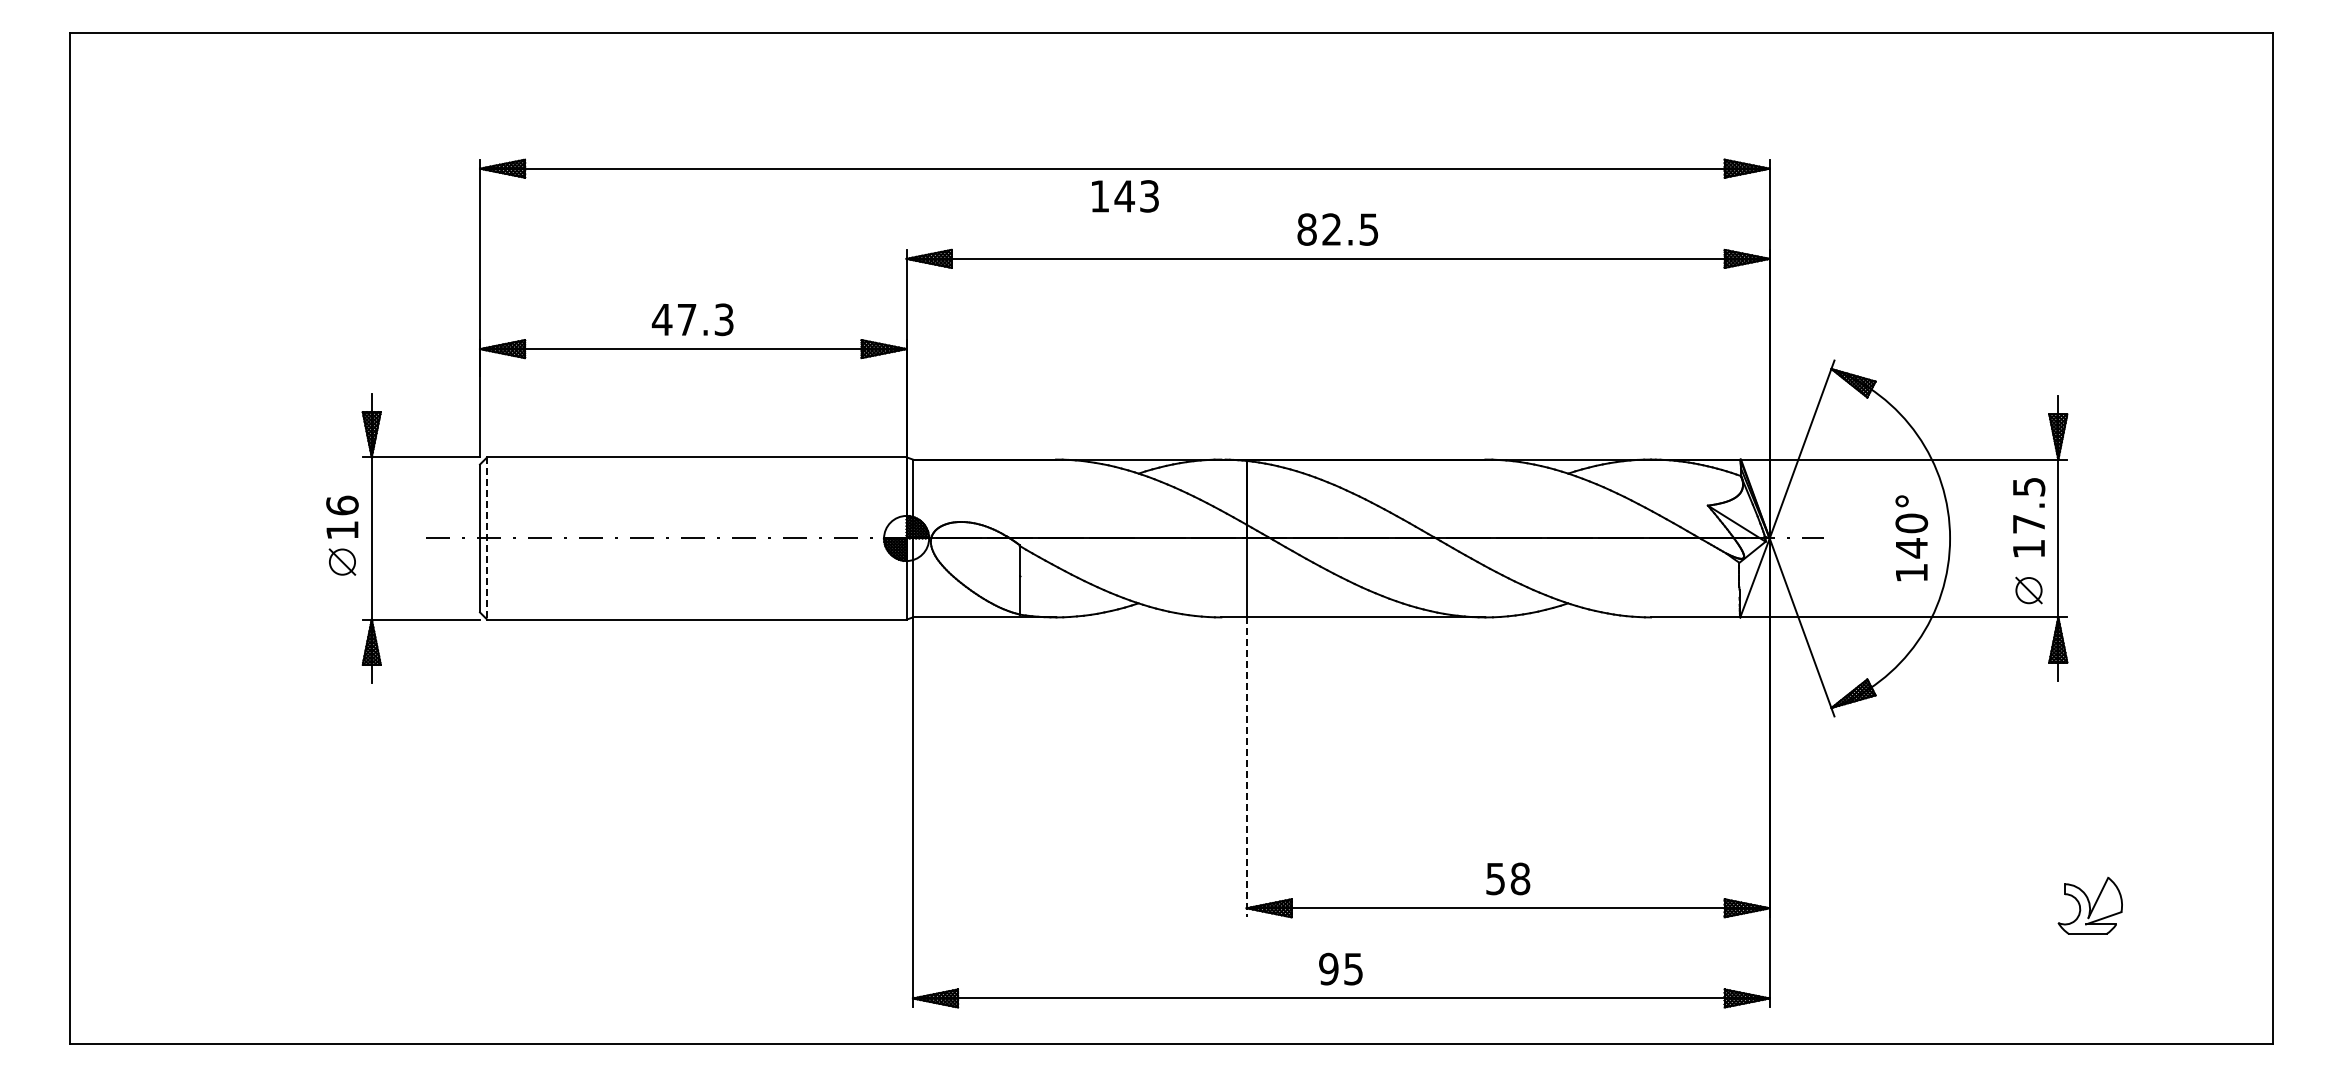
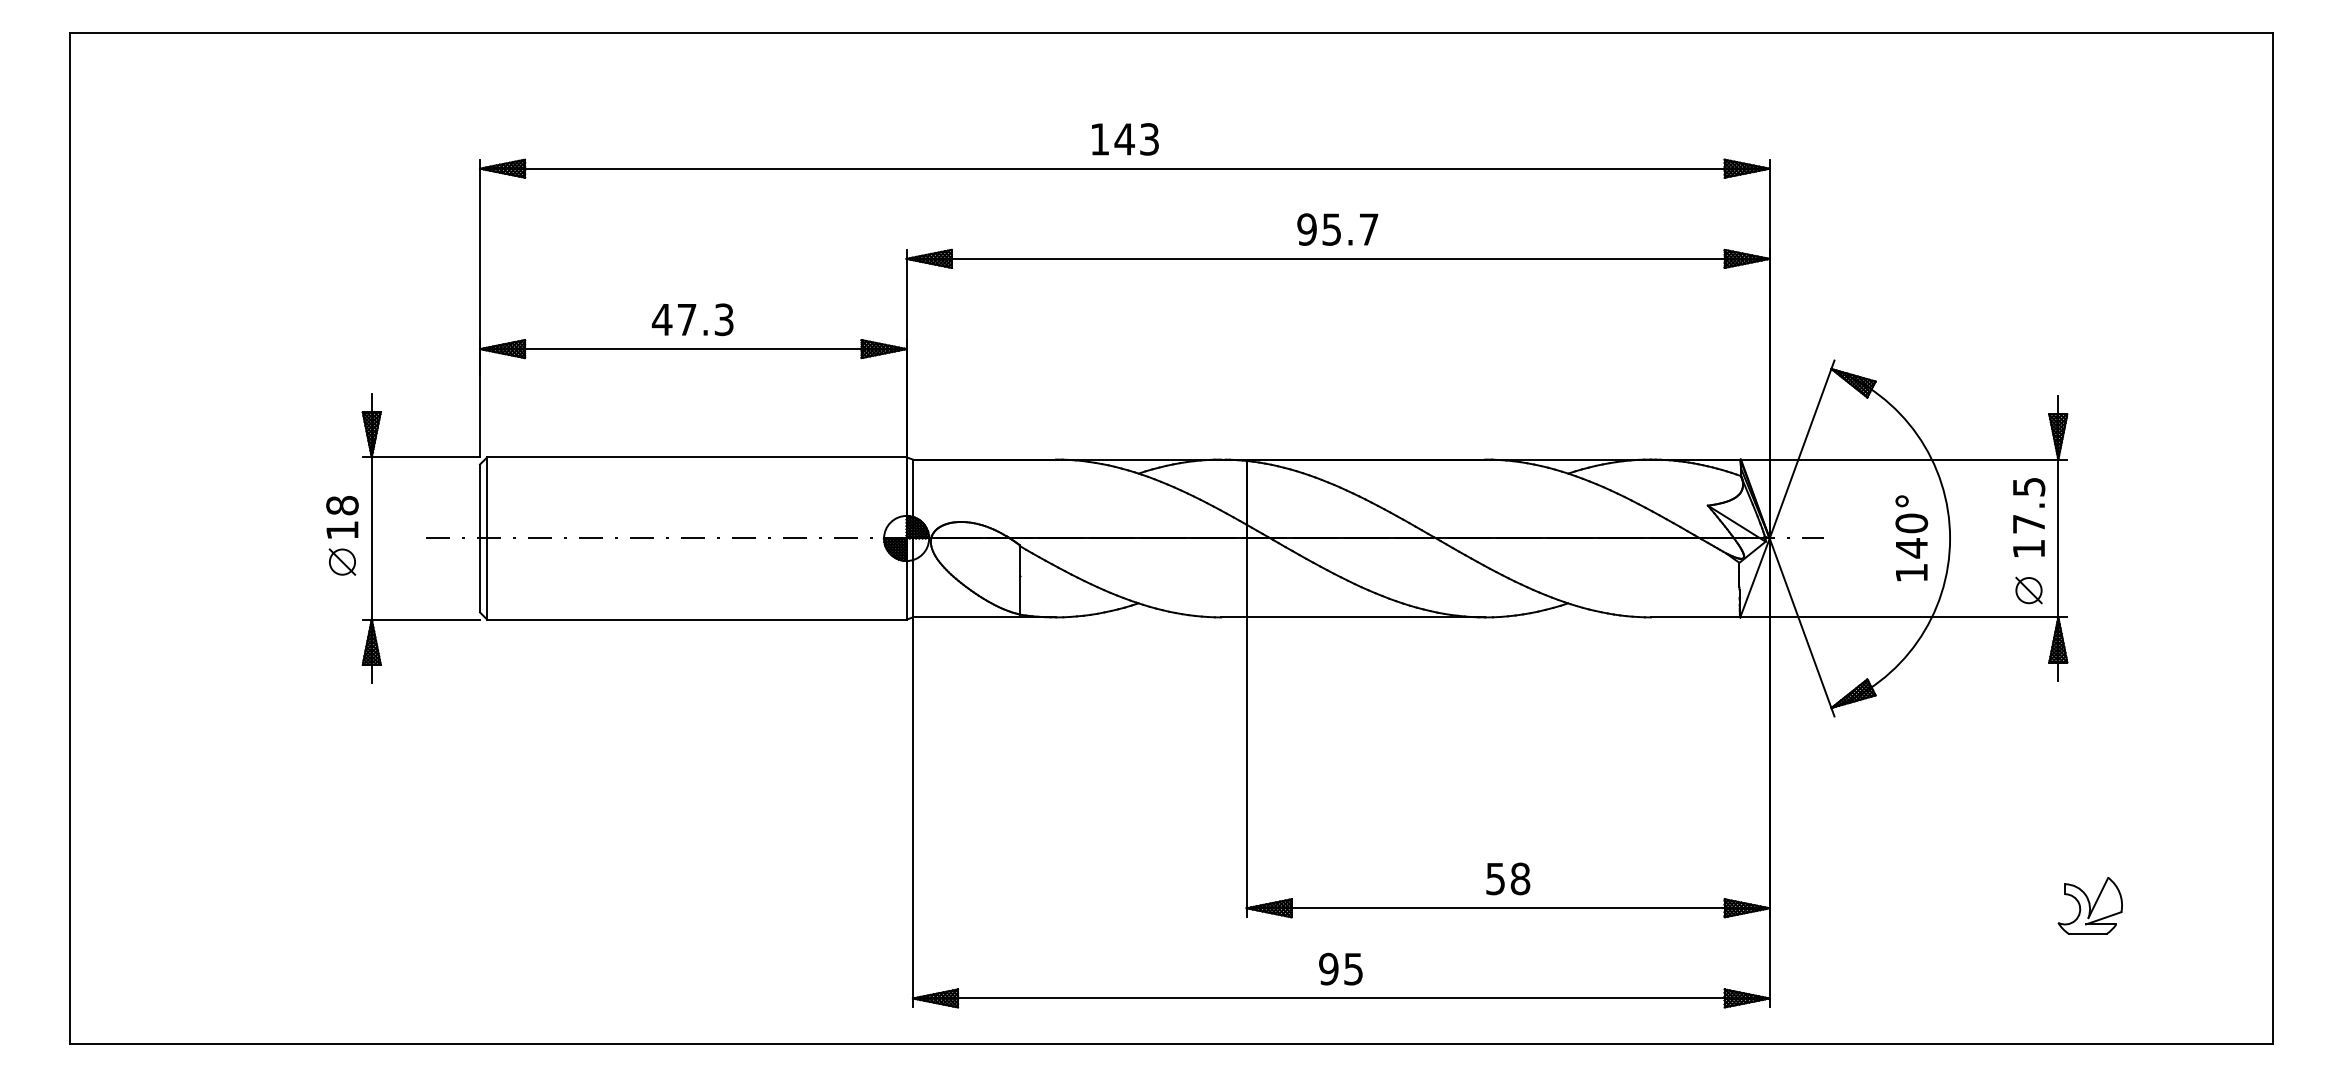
text at (1125, 196) position: (1125, 196) -> (1125, 139)
text at (1337, 229): 82.5 -> 95.7
text at (342, 505): 16 -> 18
line at (487, 538): dashed -> solid
line at (1246, 767): dashed -> solid
